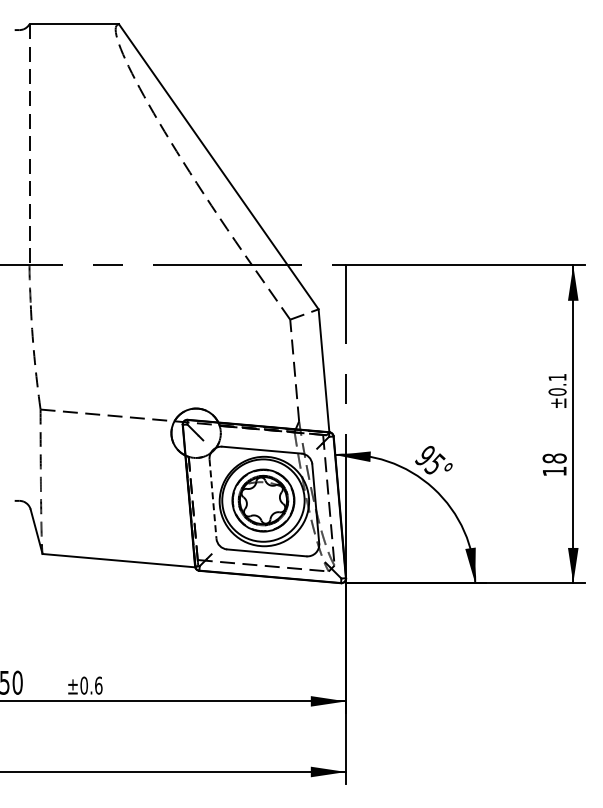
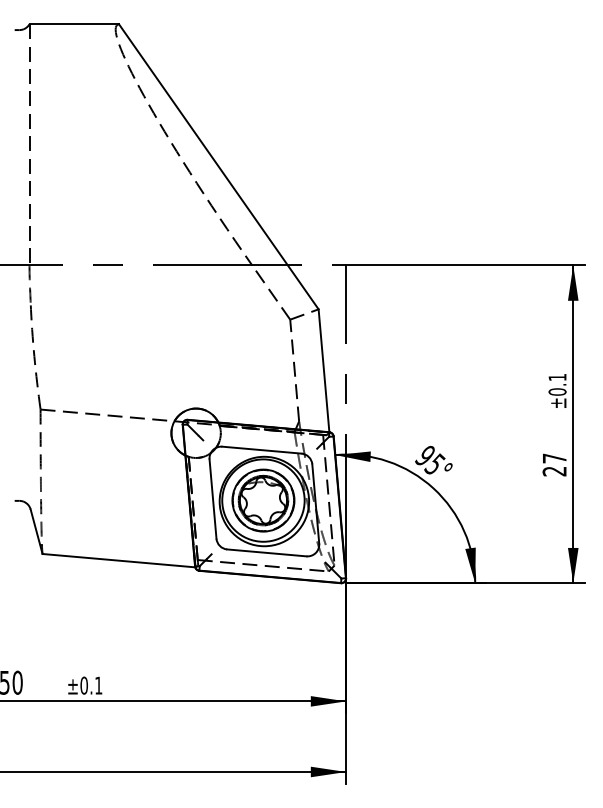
text at (554, 464): 18 -> 27
line at (213, 499): dashed -> solid
text at (98, 685): ±0.6 -> ±0.1
